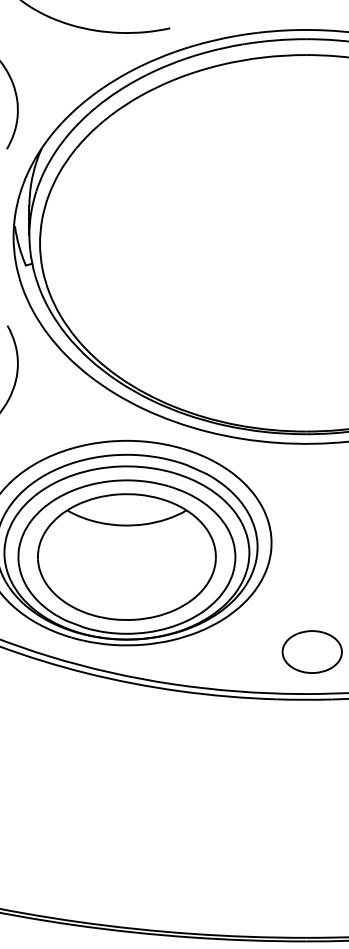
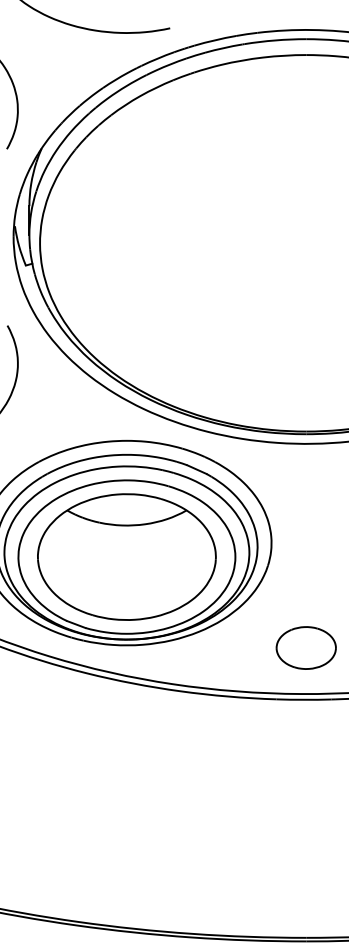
part at (311, 651) position: (311, 651) -> (305, 647)
